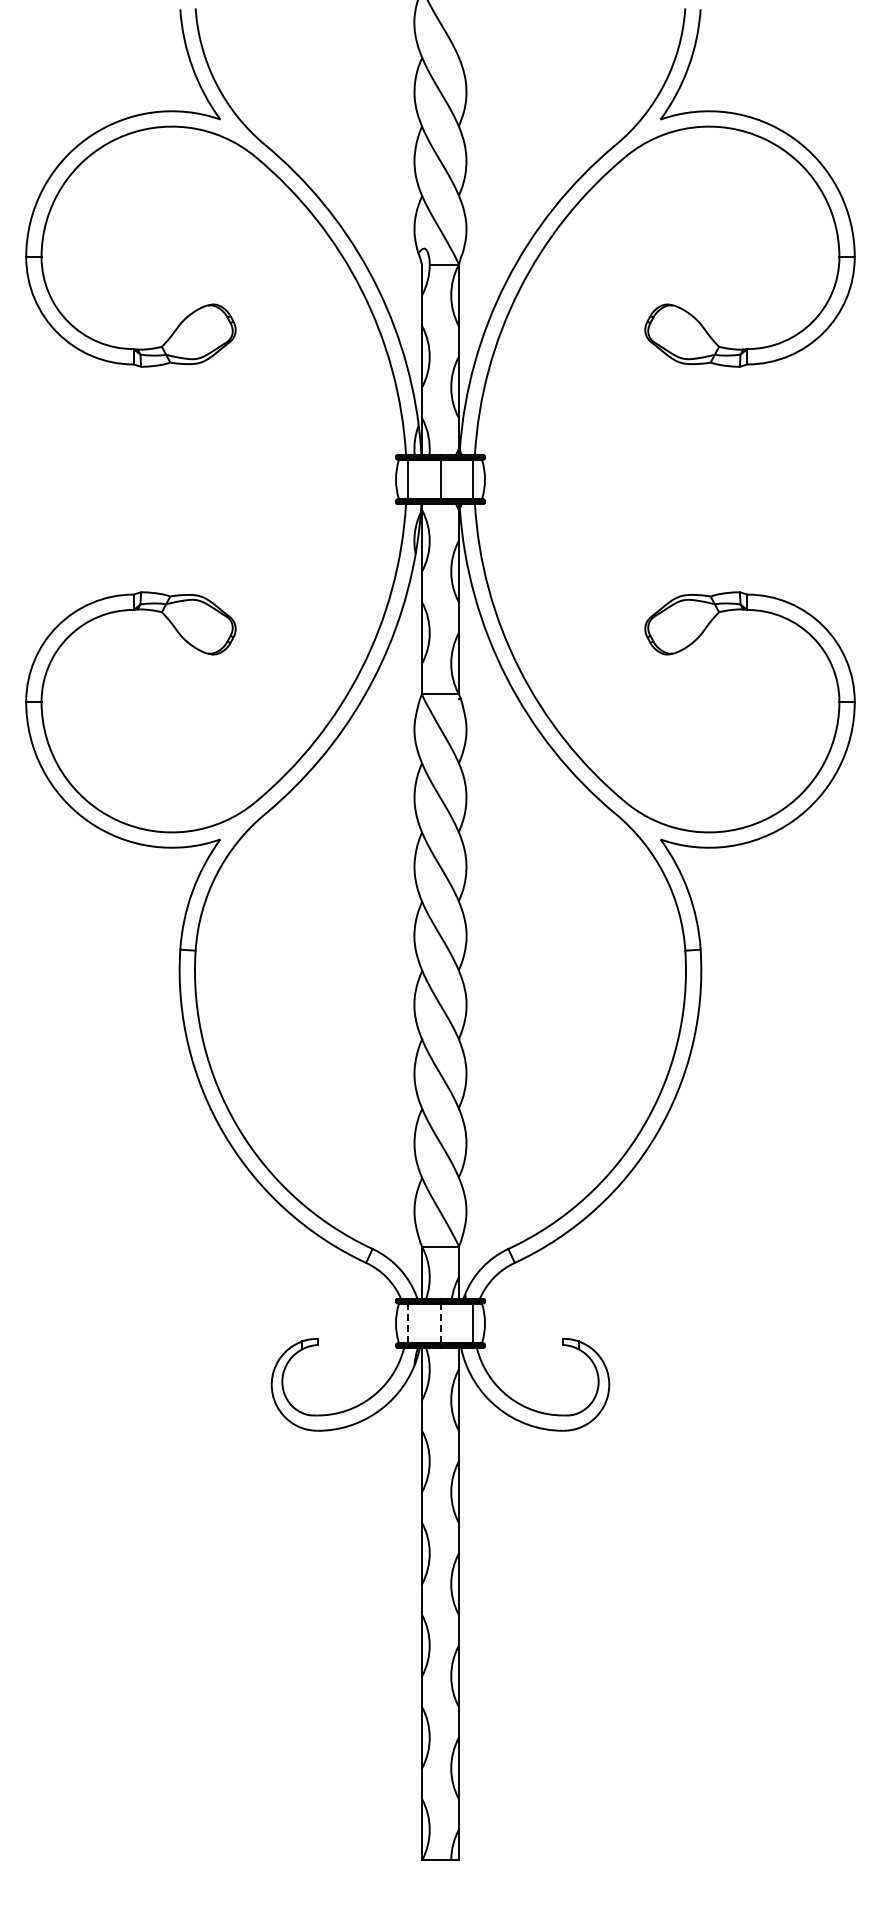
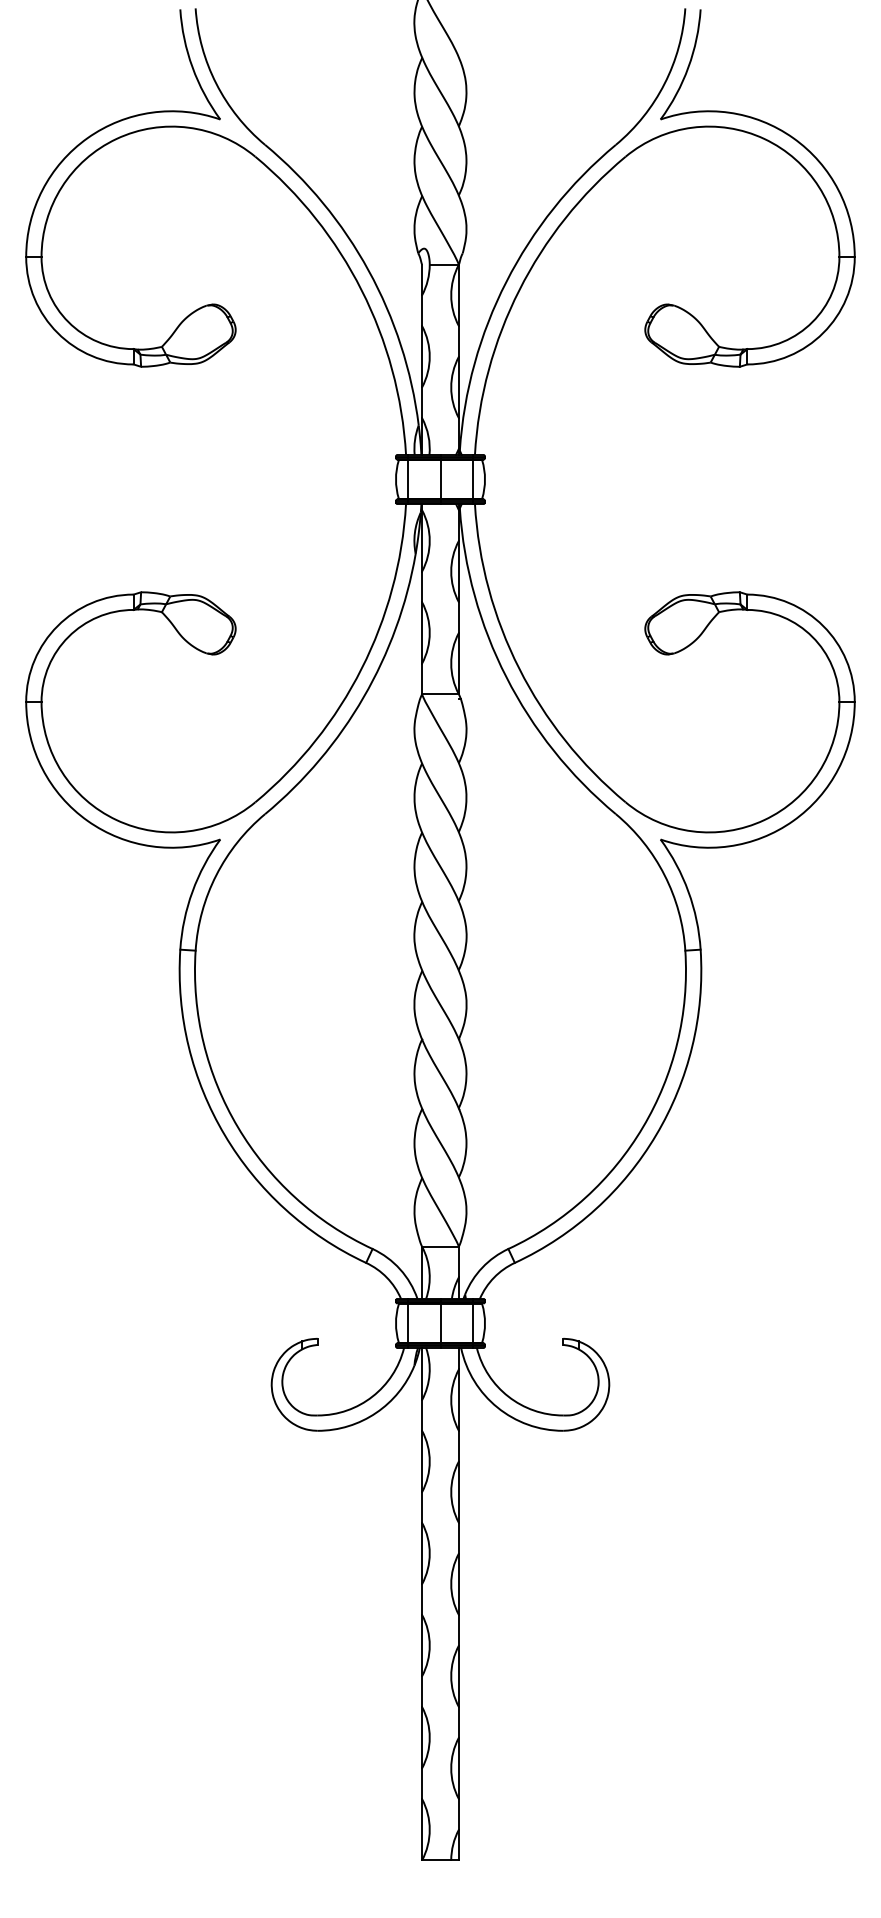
line at (408, 1322): dashed -> solid
line at (440, 1322): dashed -> solid
